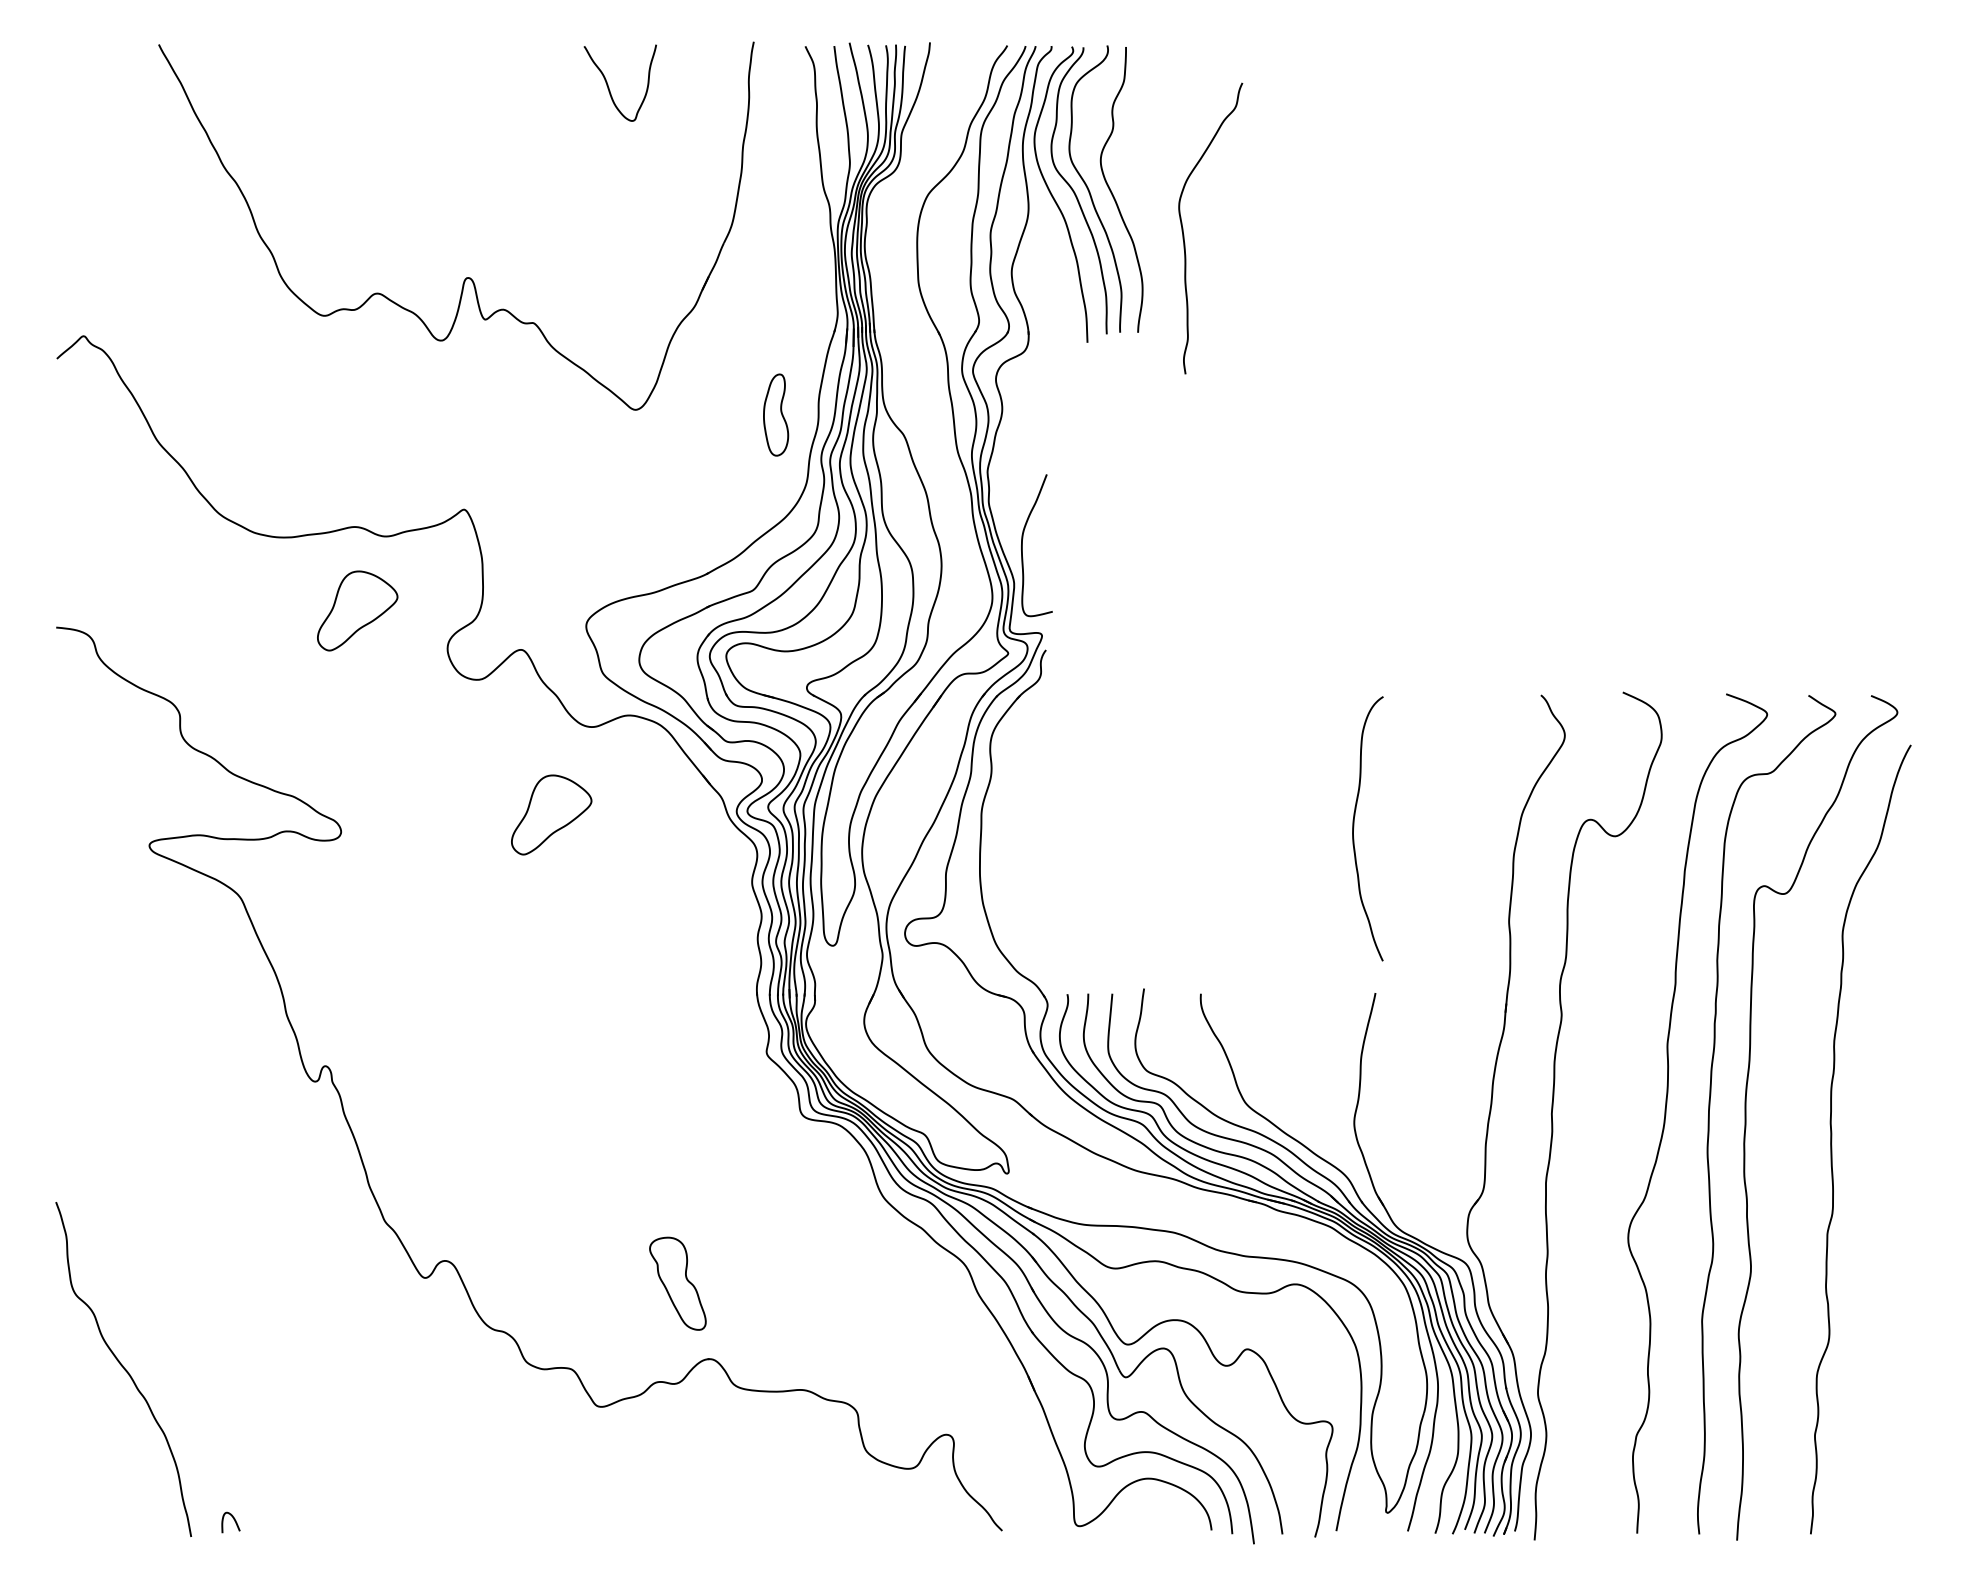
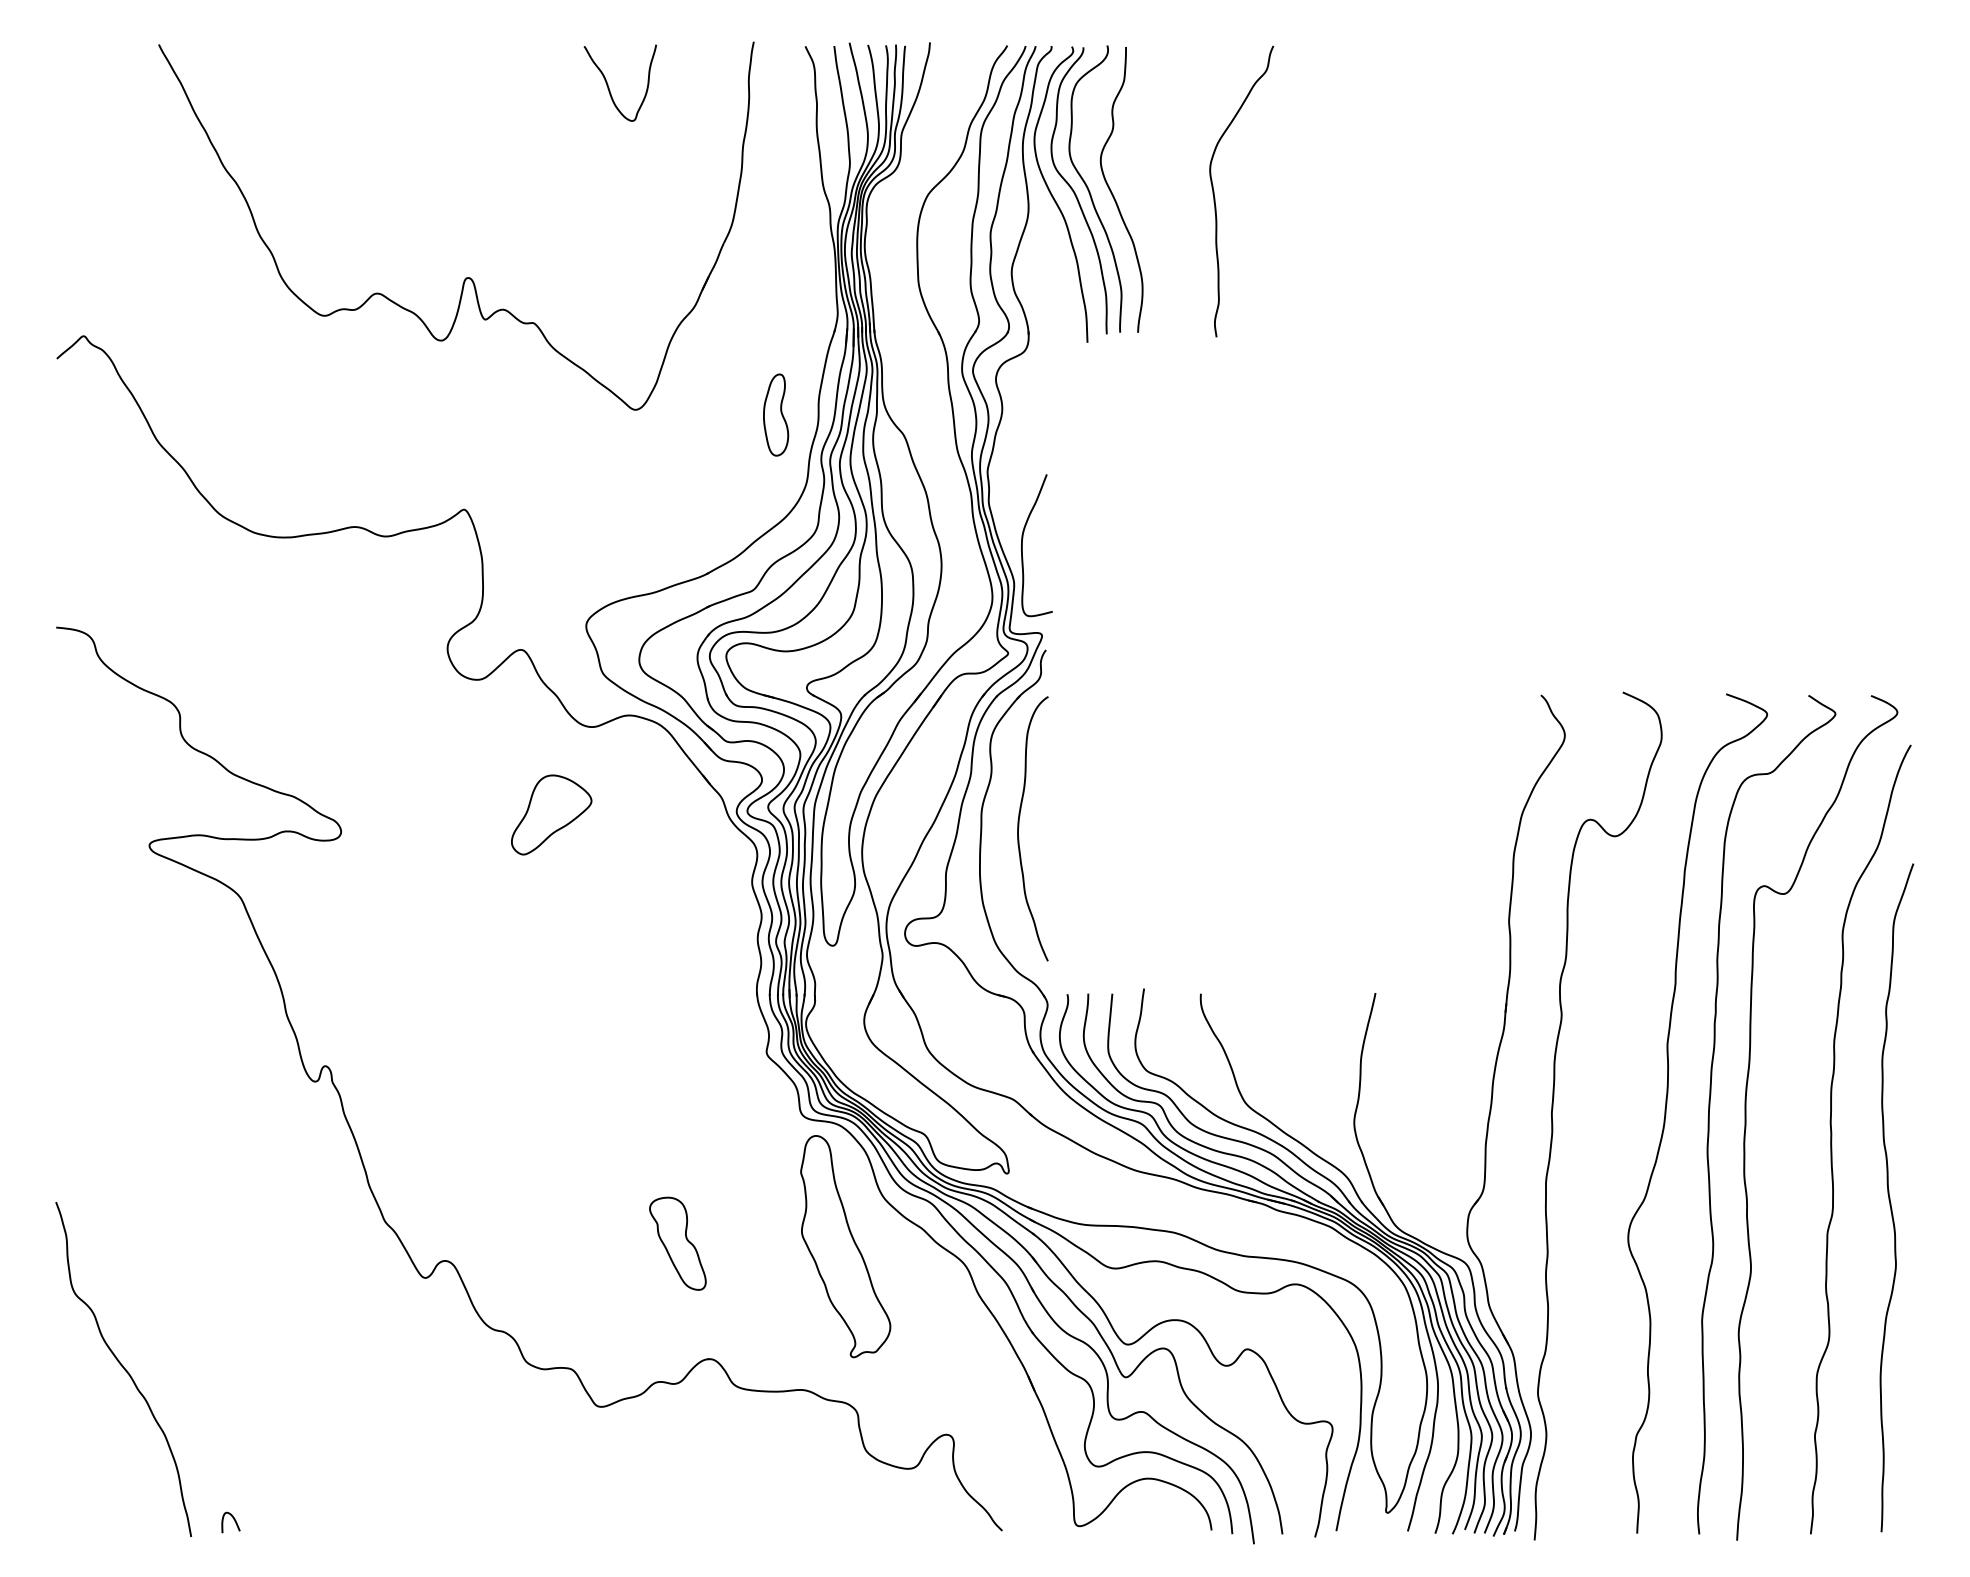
curve at (1184, 234) position: (1184, 234) -> (1215, 197)
part at (357, 610): present -> none
curve at (1354, 827) position: (1354, 827) -> (1019, 827)
curve at (1890, 1197): none -> present
part at (845, 1246): none -> present
part at (677, 1283) position: (677, 1283) -> (677, 1243)
